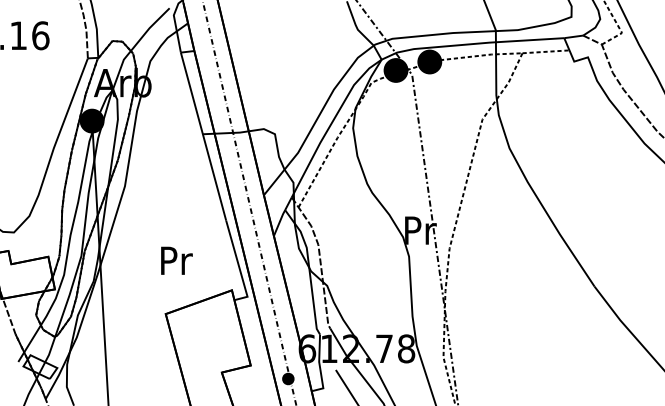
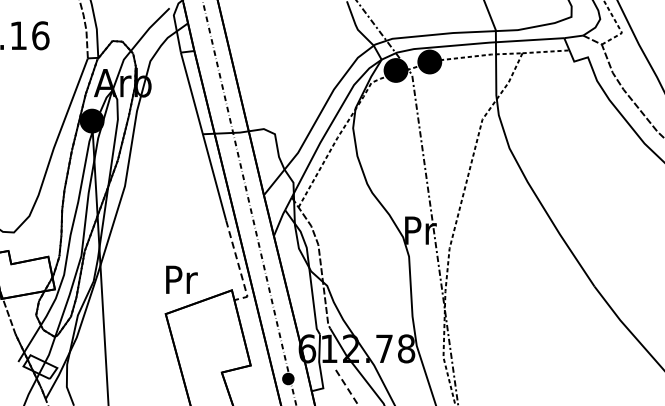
text at (176, 260) position: (176, 260) -> (181, 279)
line at (239, 266): solid -> dashed
line at (347, 388): solid -> dashed
